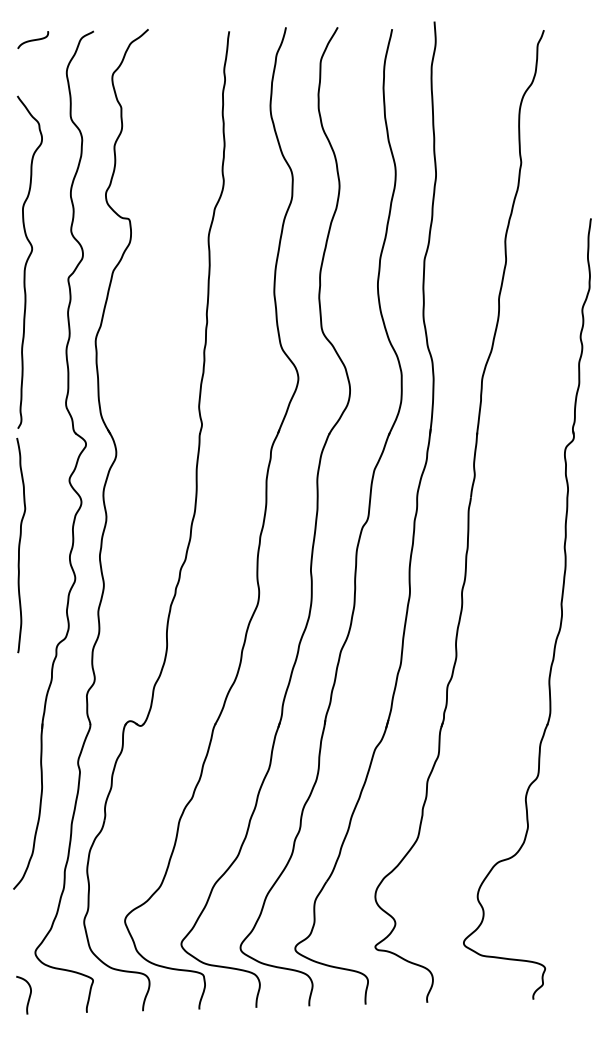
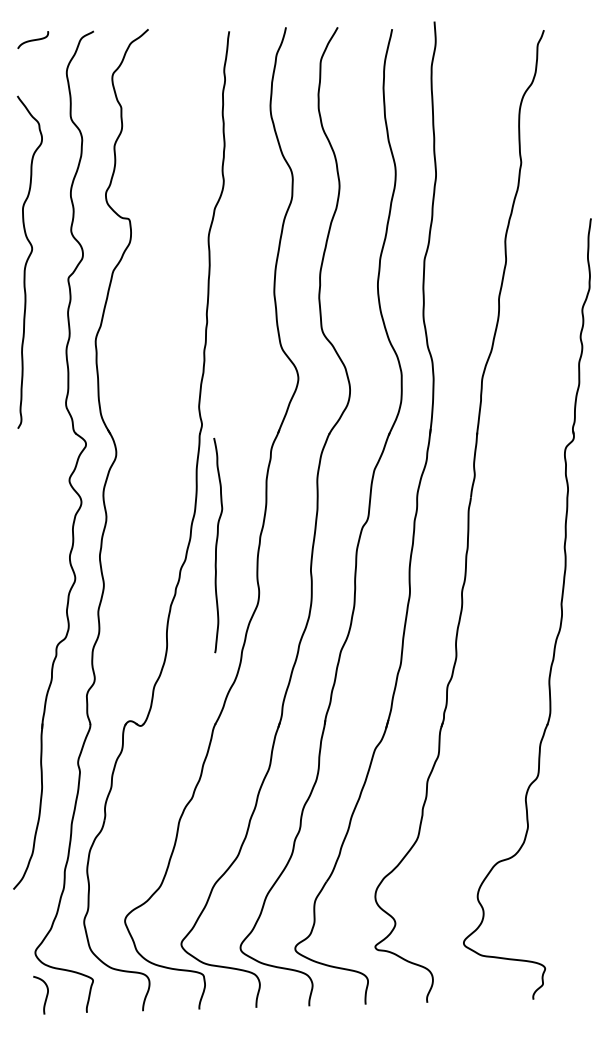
curve at (20, 545) position: (20, 545) -> (217, 545)
curve at (28, 997) position: (28, 997) -> (45, 997)
